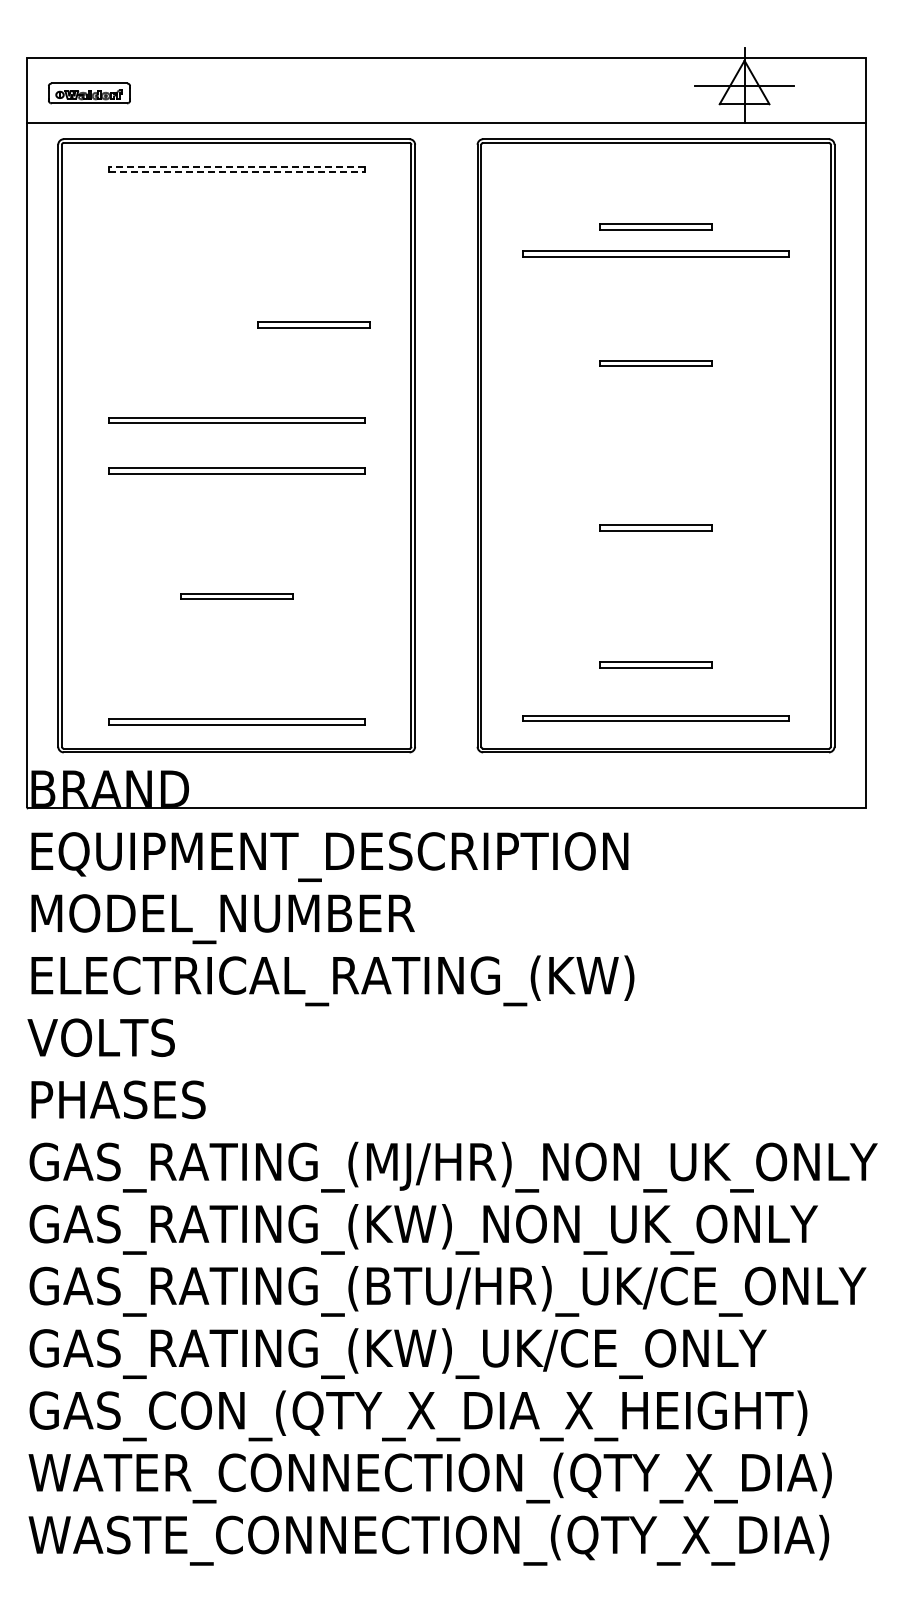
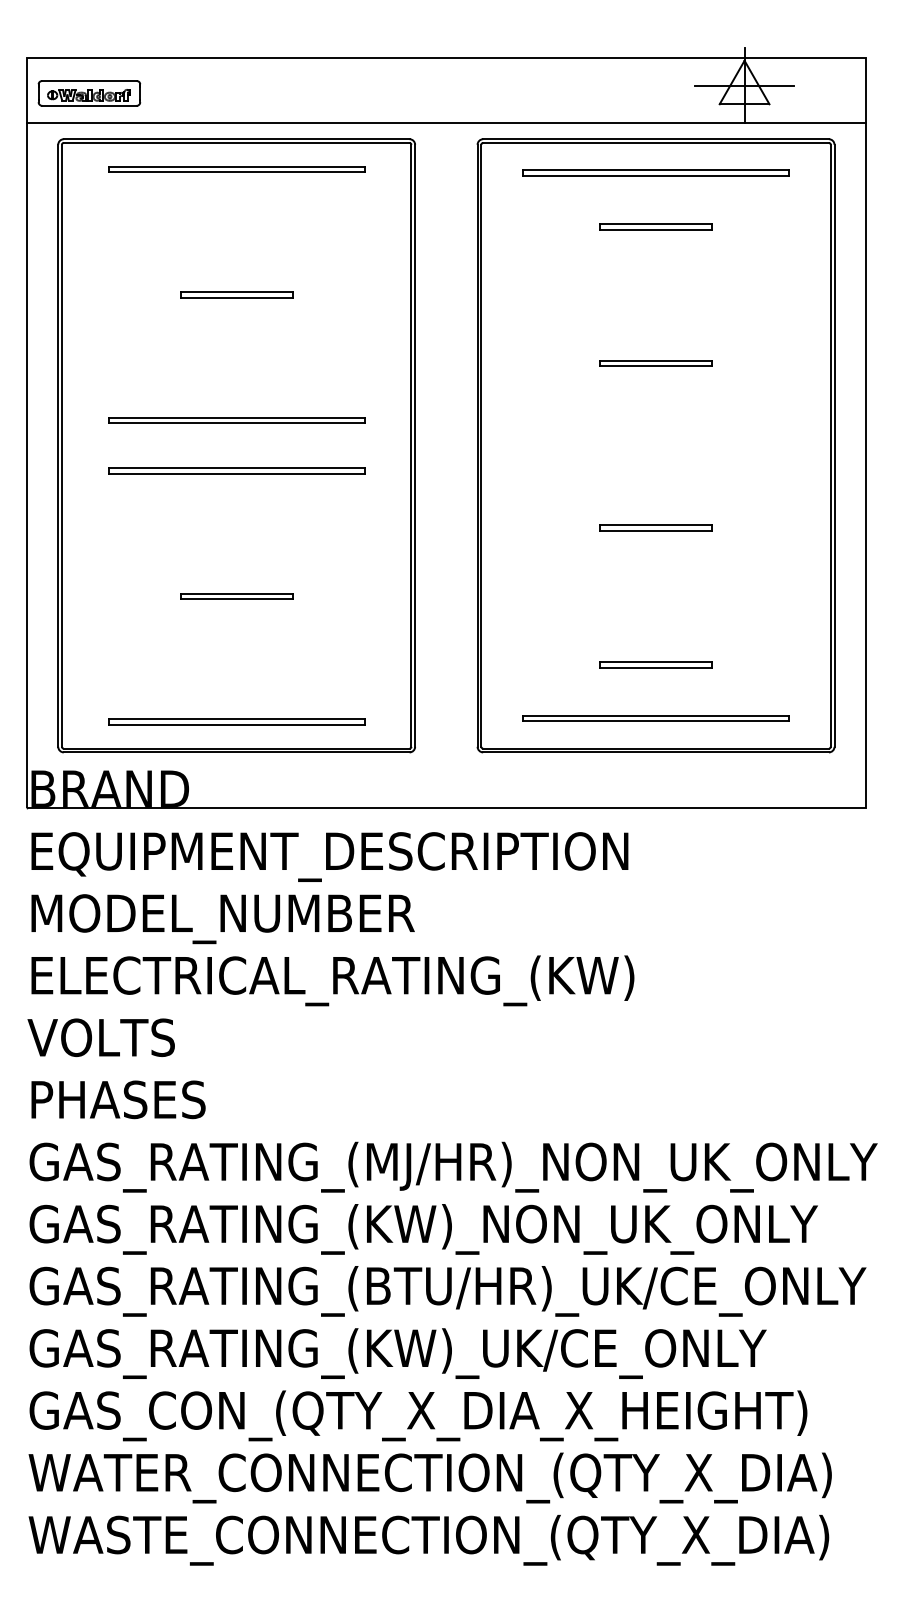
part at (89, 93) size: 83x23 px -> 105x27 px
line at (236, 166): dashed -> solid
line at (237, 172): dashed -> solid
part at (655, 253) position: (655, 253) -> (655, 172)
part at (313, 324) position: (313, 324) -> (236, 294)
